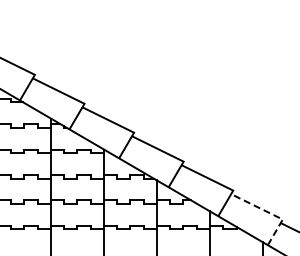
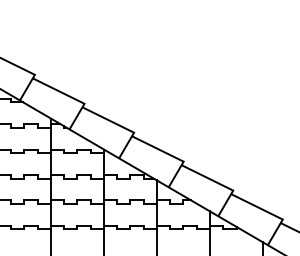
line at (270, 213): dashed -> solid
